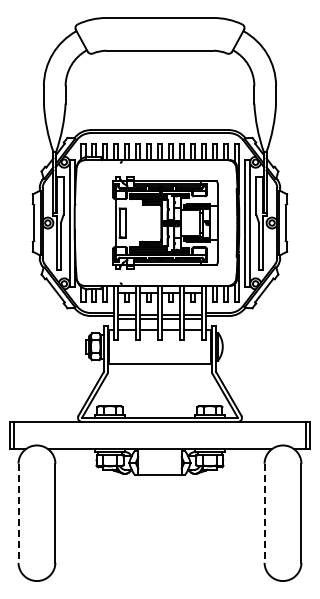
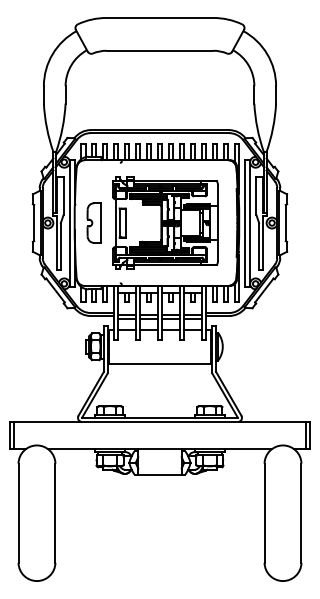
part at (93, 222): none -> present
line at (18, 513): dashed -> solid
line at (264, 513): dashed -> solid
